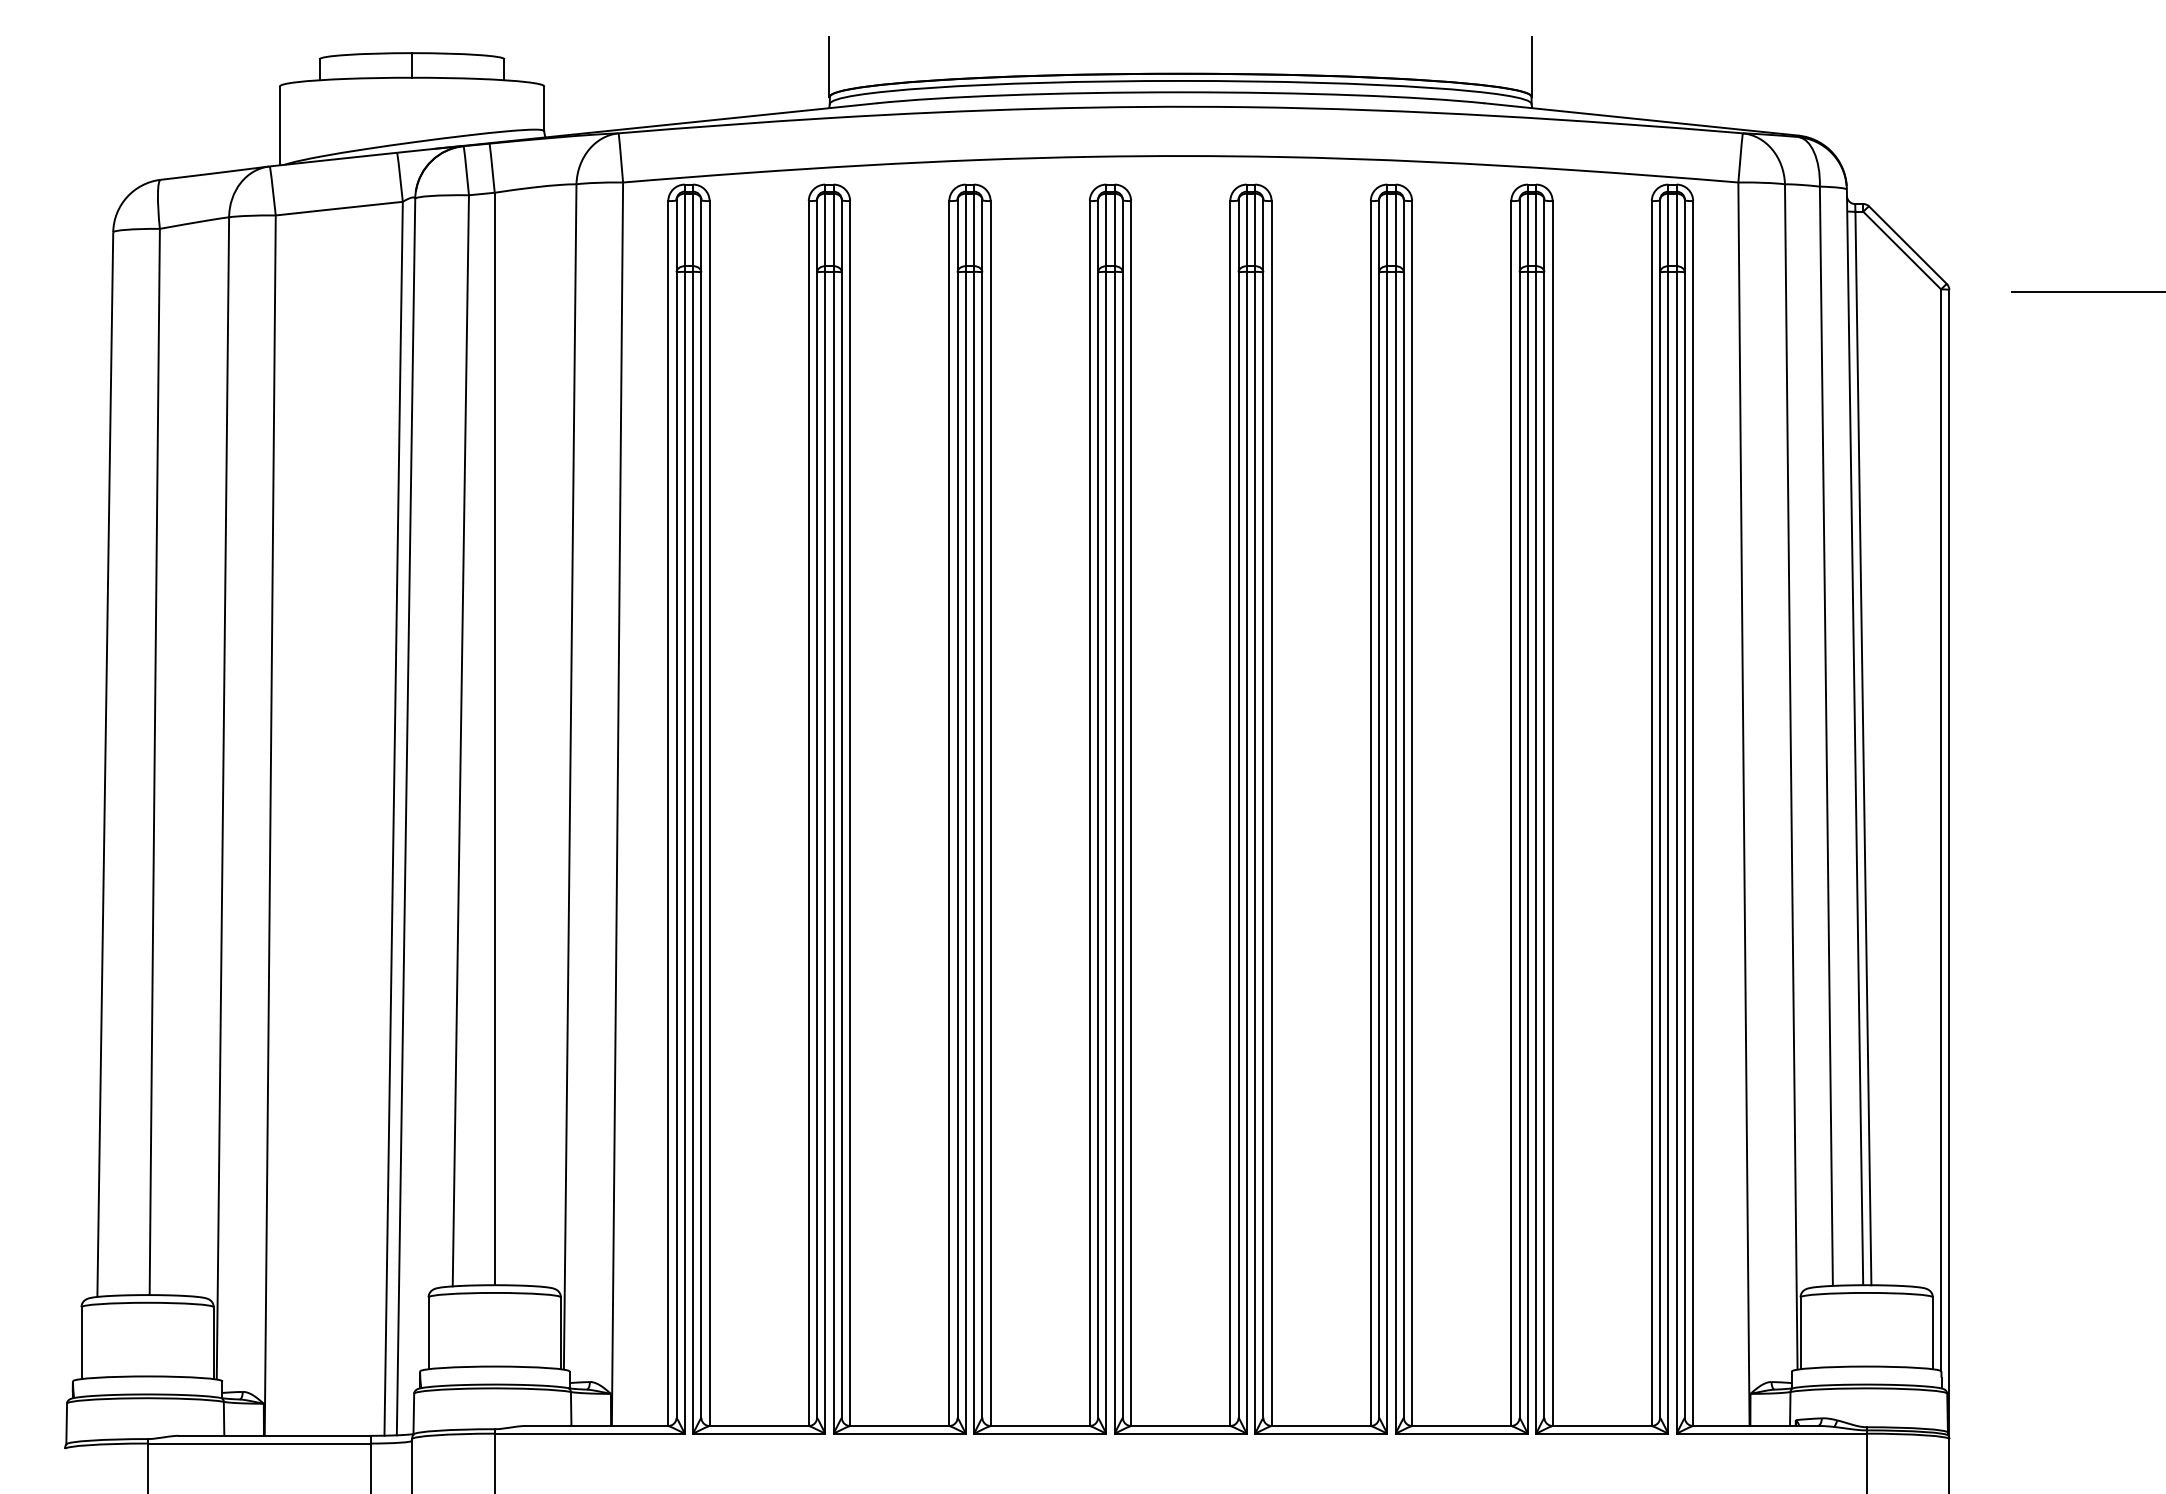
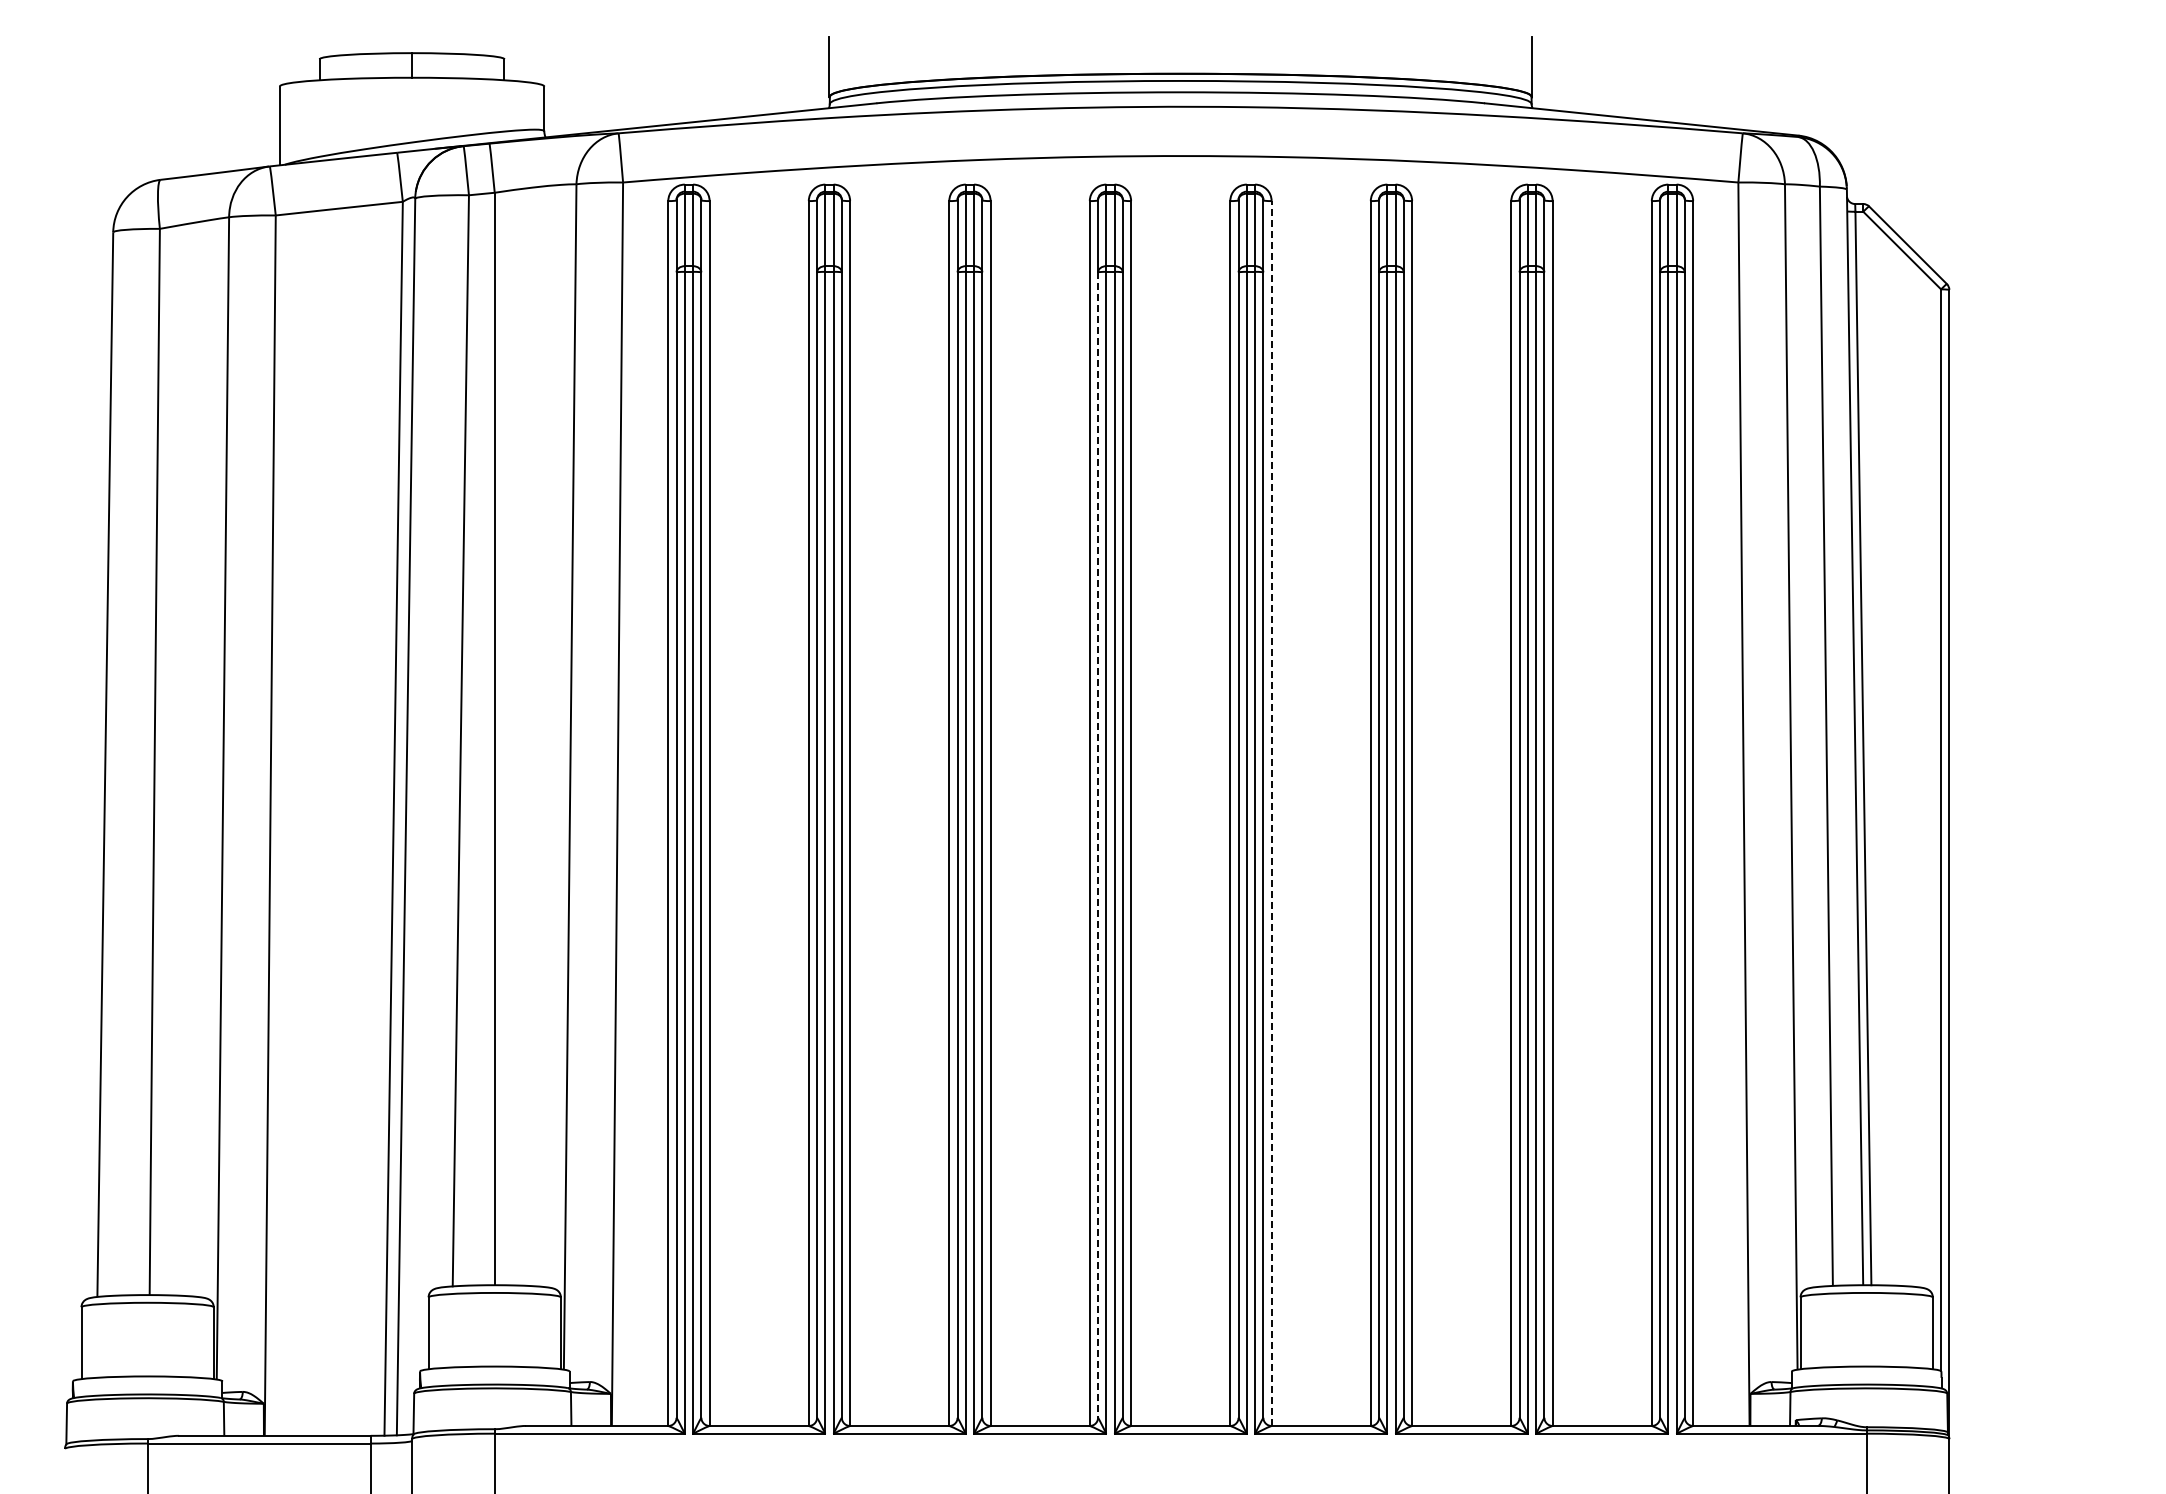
line at (2086, 291): present -> none
line at (1271, 813): solid -> dashed
line at (1098, 845): solid -> dashed
